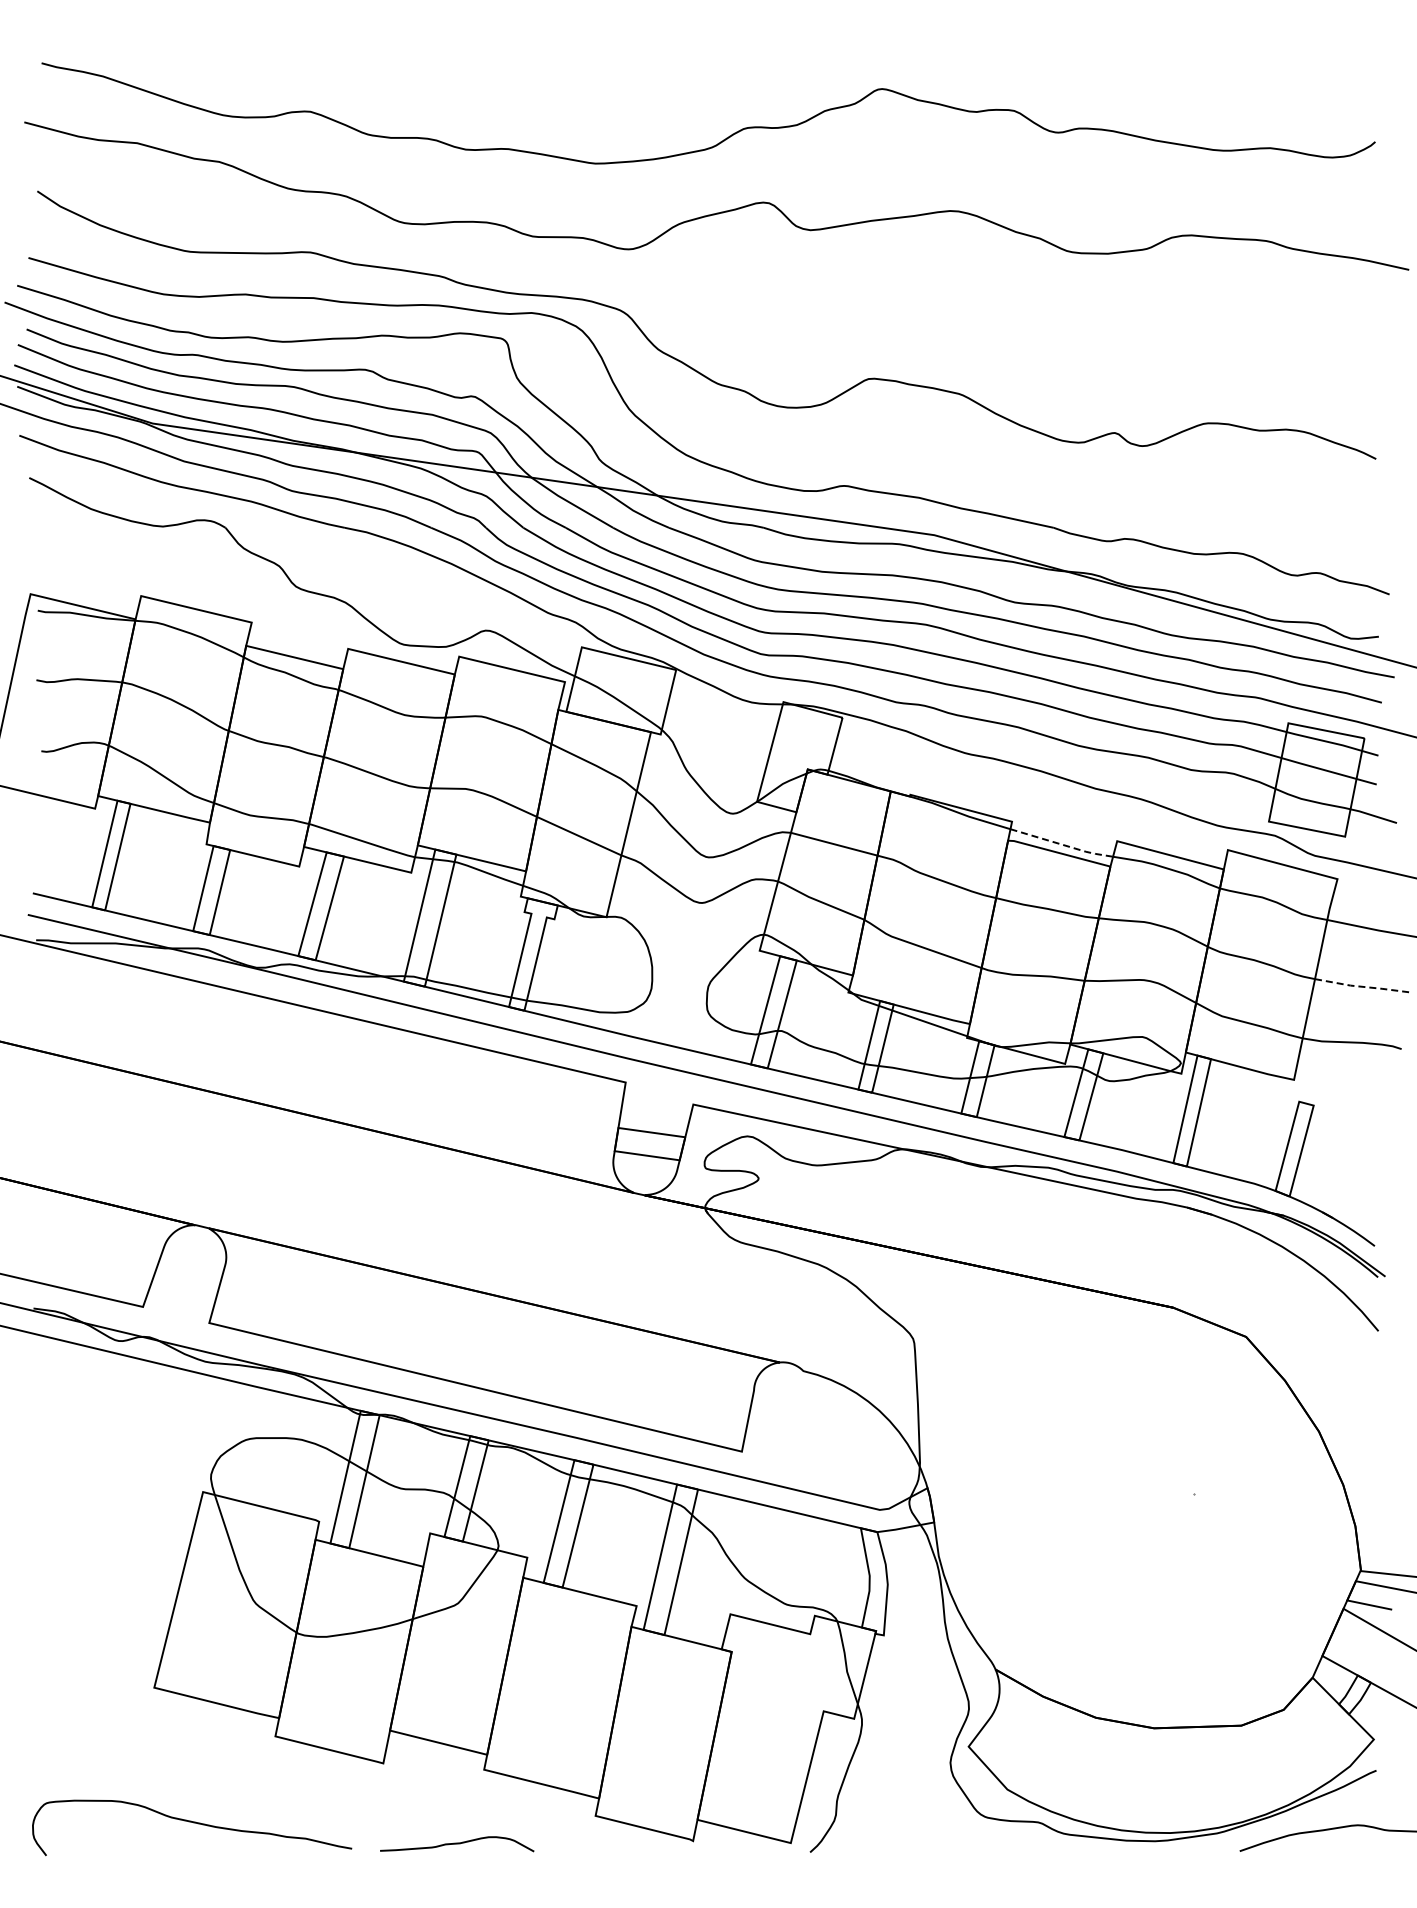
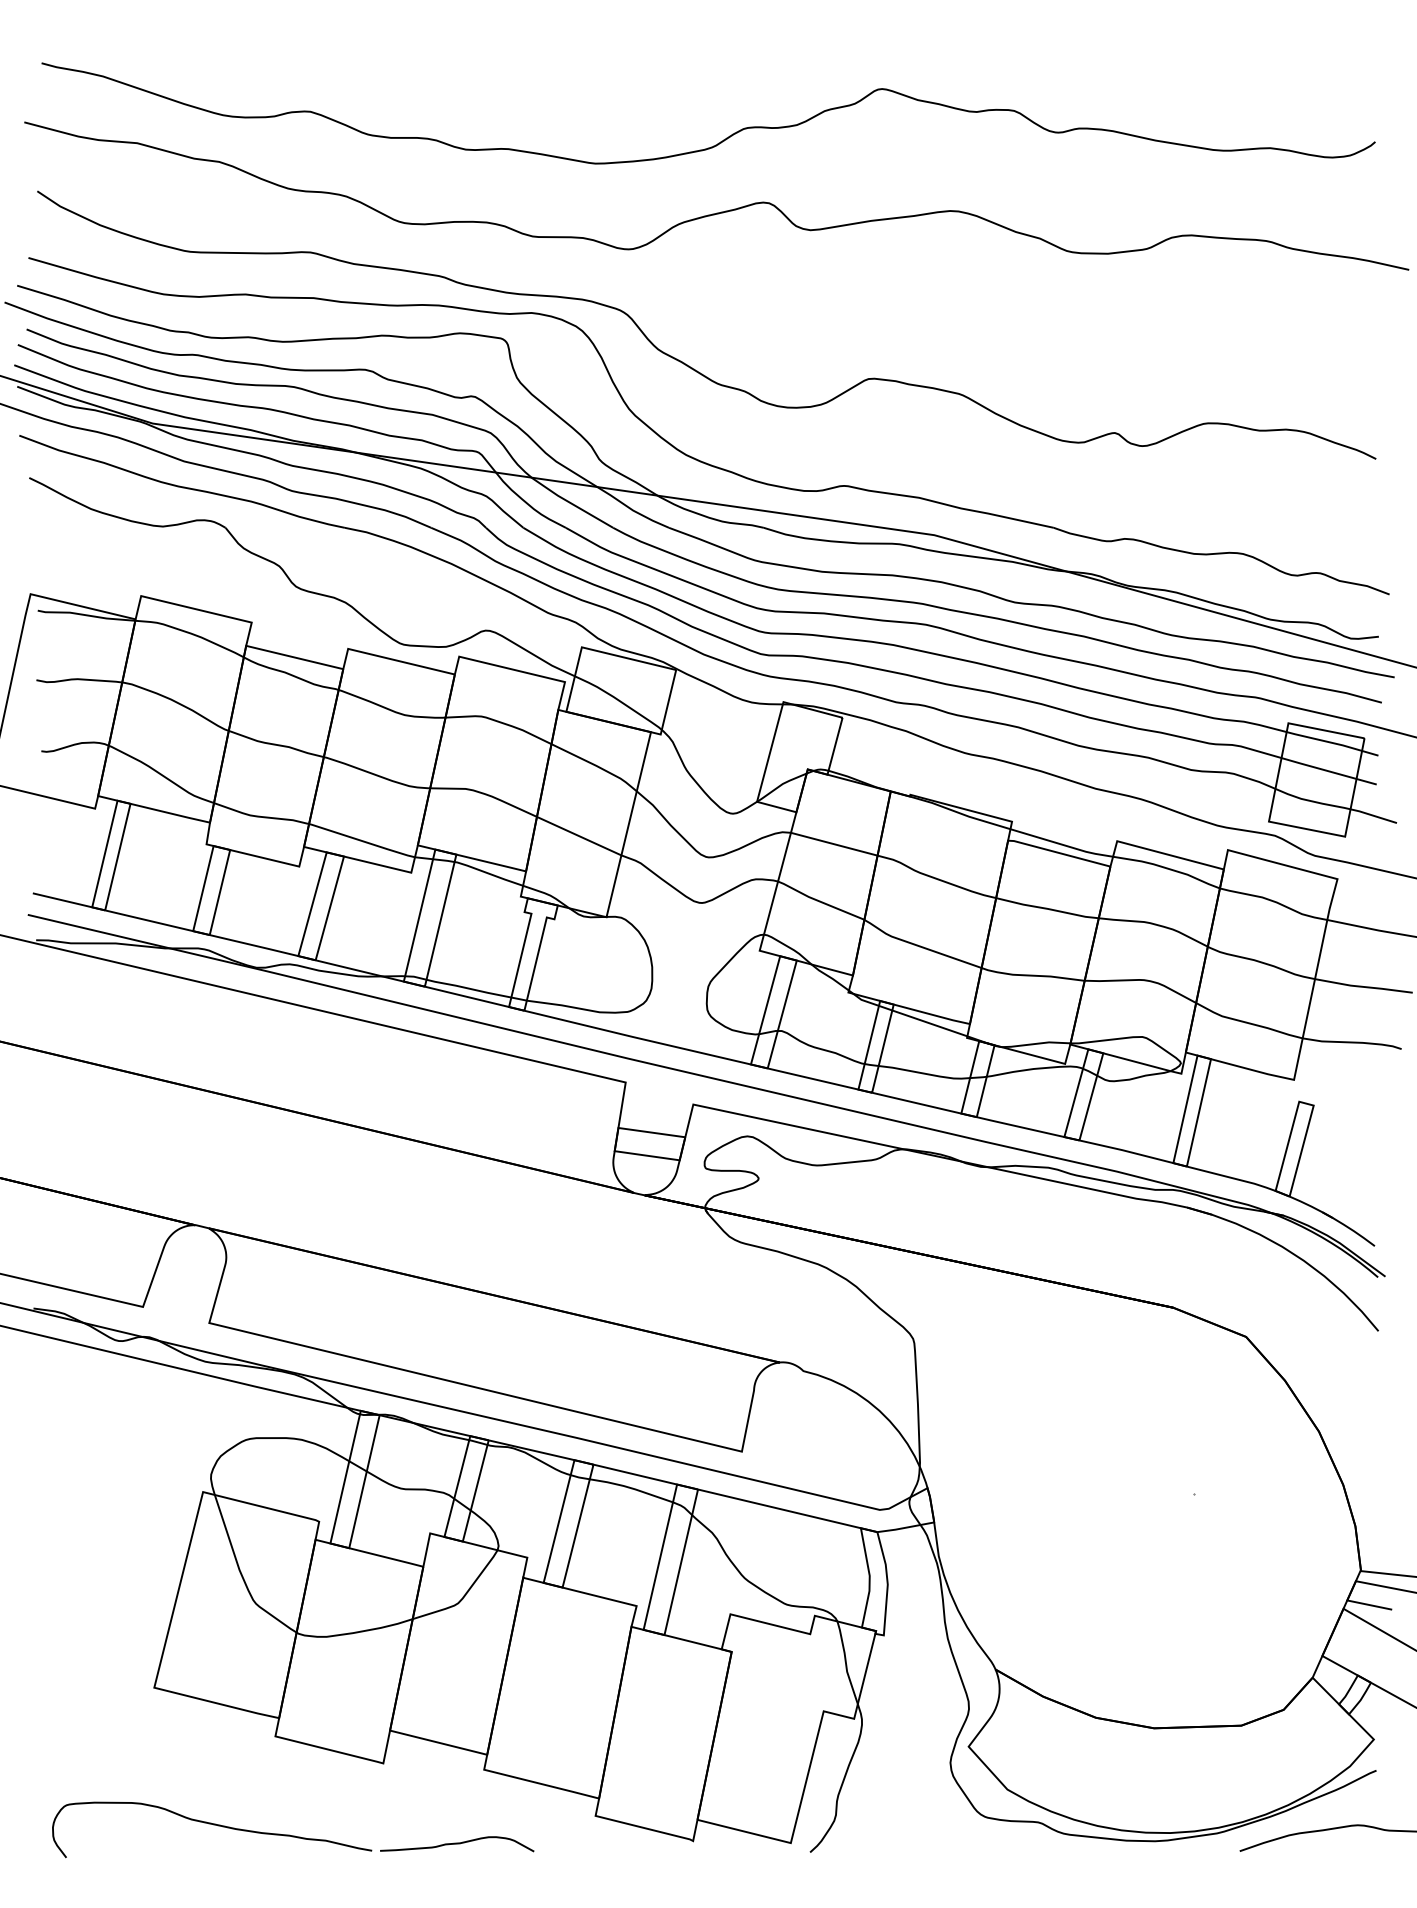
line at (1063, 844): dashed -> solid
line at (1364, 987): dashed -> solid
curve at (193, 1823) position: (193, 1823) -> (213, 1825)
